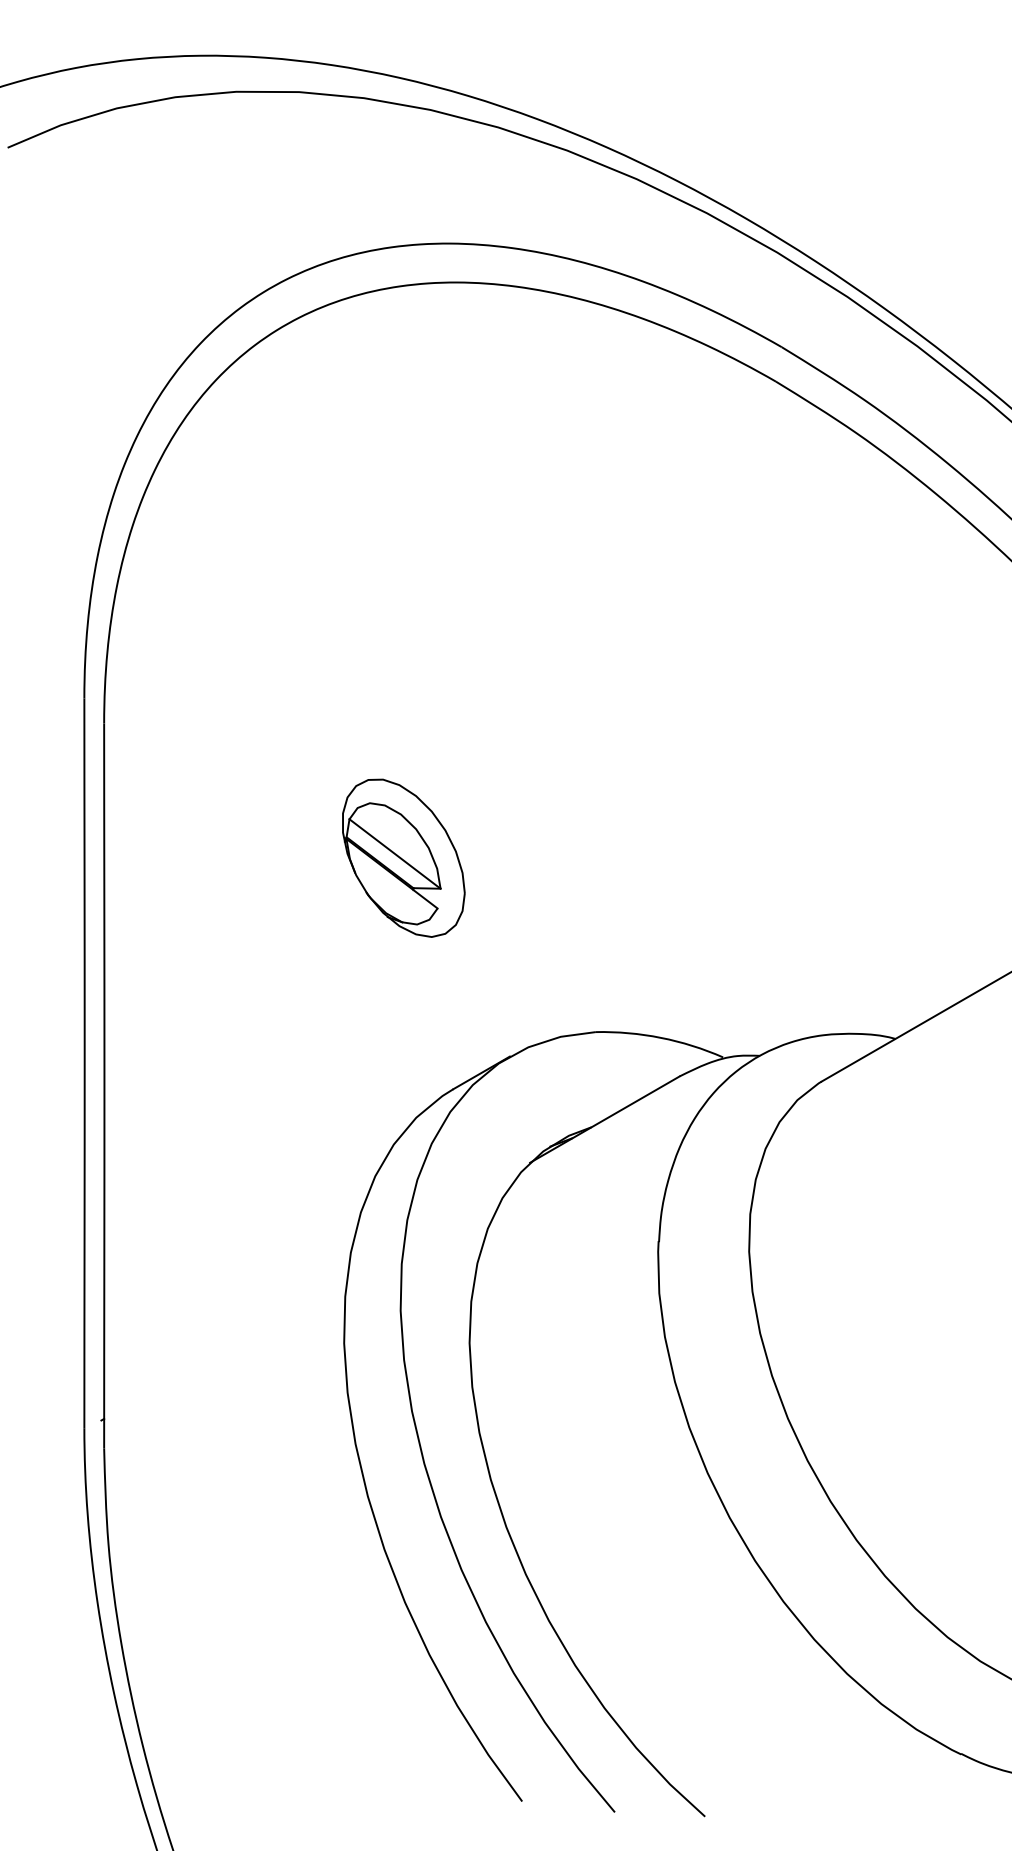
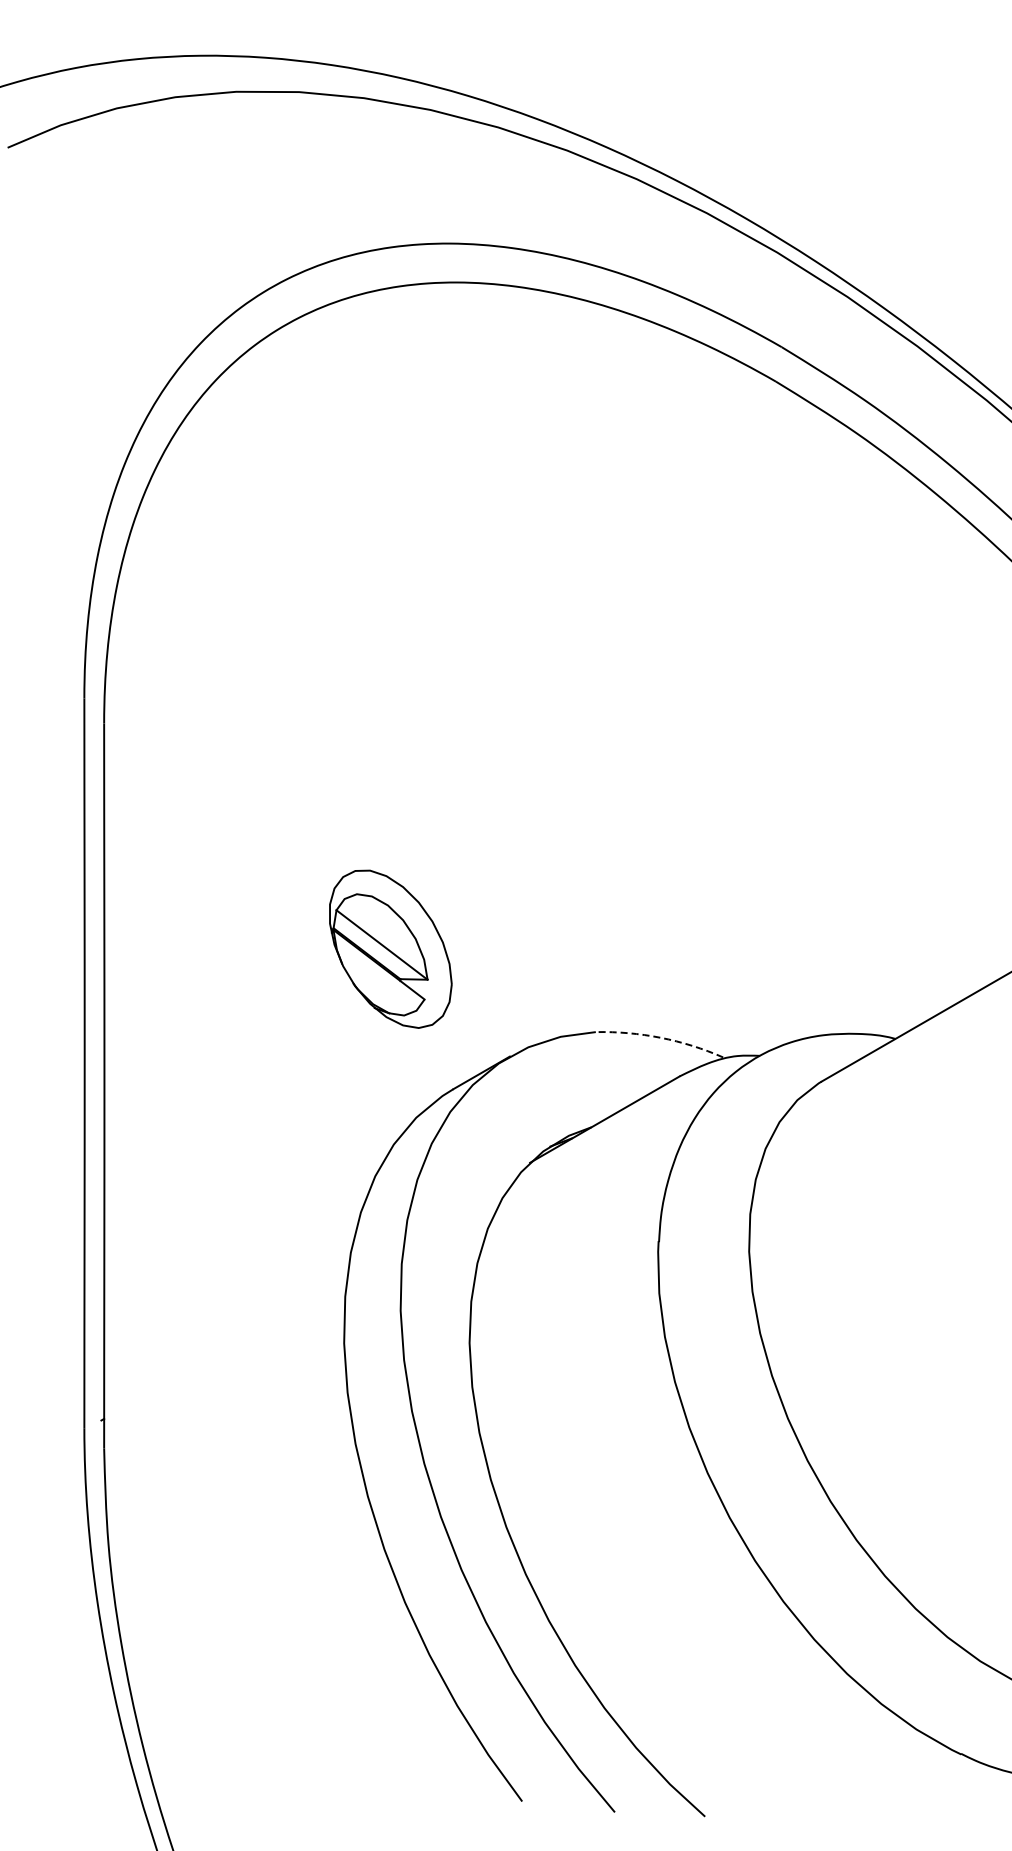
part at (403, 857) position: (403, 857) -> (390, 948)
arc at (660, 1037): solid -> dashed
